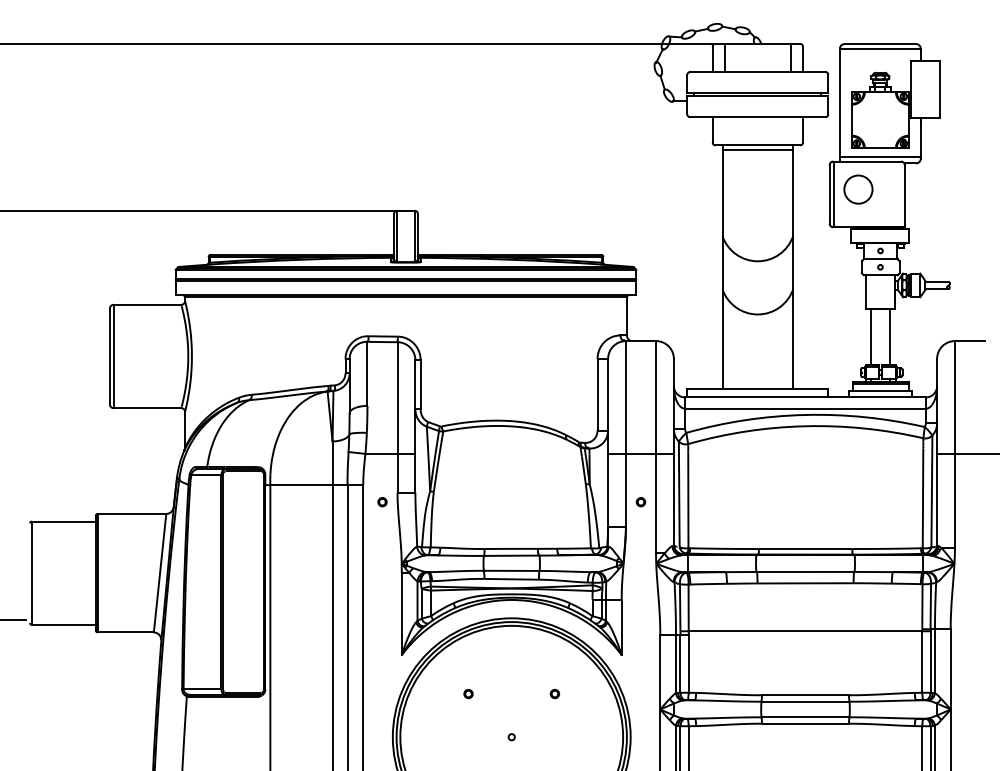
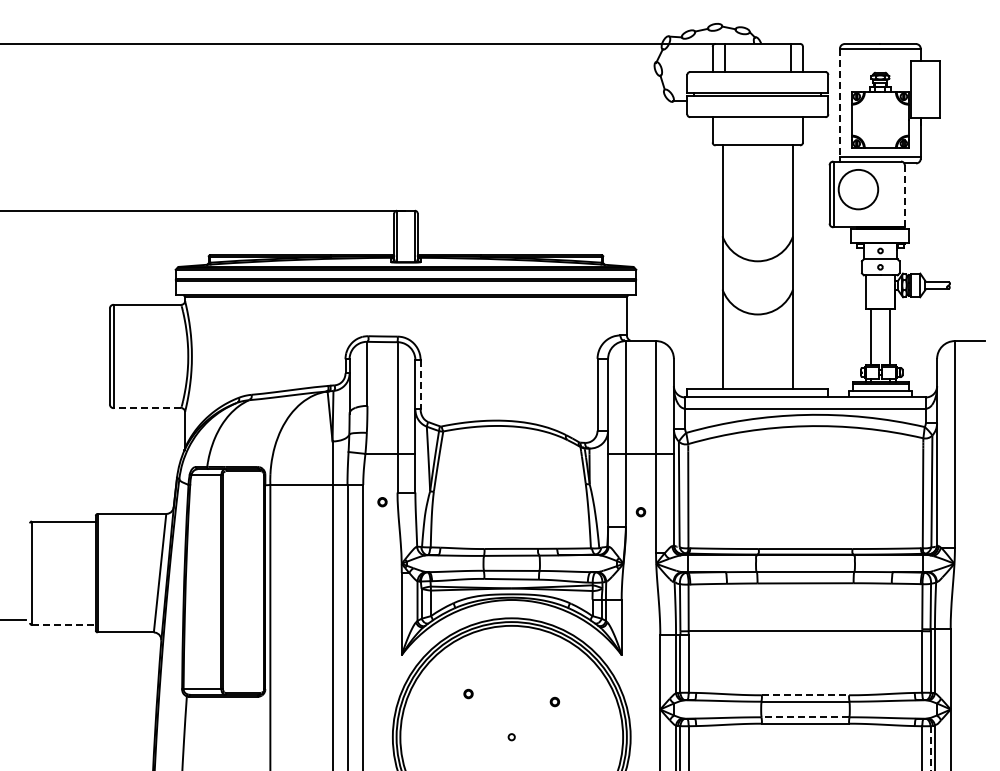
line at (839, 103): solid -> dashed
line at (757, 150): present -> none
circle at (858, 189) diameter: 28 px -> 39 px
line at (904, 196): solid -> dashed
line at (420, 384): solid -> dashed
line at (147, 408): solid -> dashed
line at (966, 453): present -> none
part at (640, 502) position: (640, 502) -> (640, 512)
line at (63, 624): solid -> dashed
part at (554, 693) position: (554, 693) -> (554, 701)
line at (805, 695): solid -> dashed
line at (805, 717): solid -> dashed
line at (930, 748): solid -> dashed
